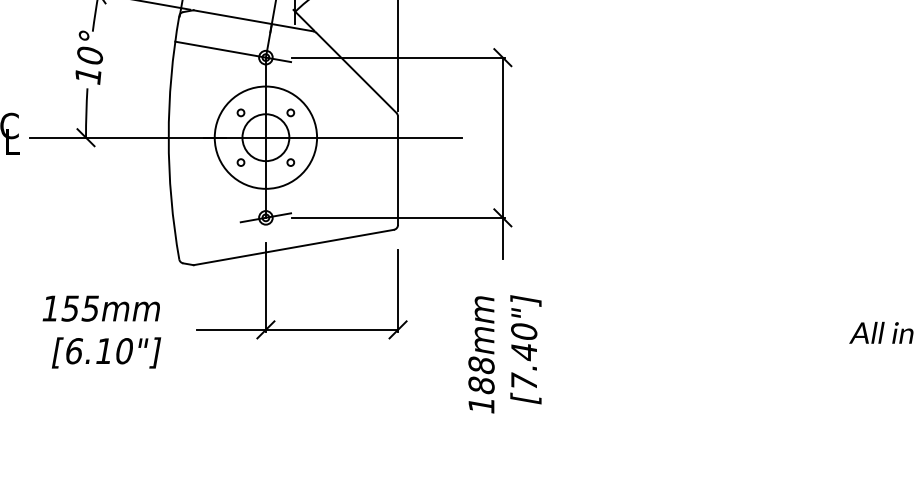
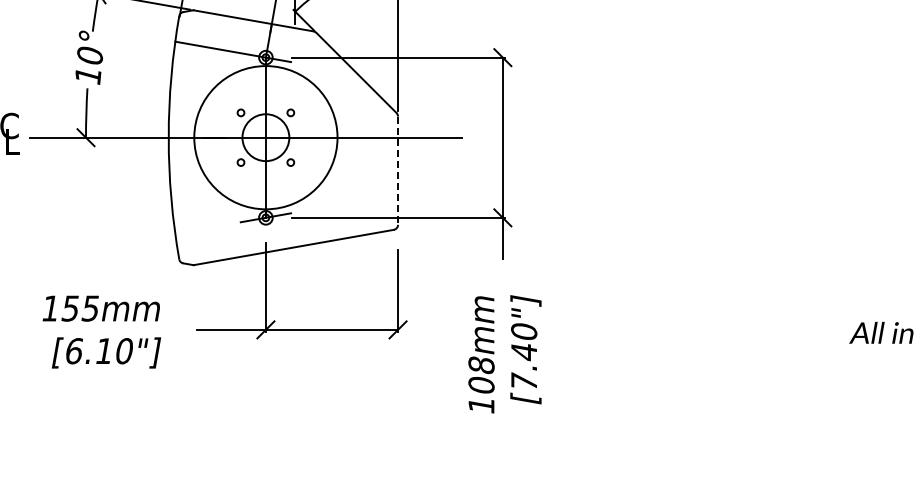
circle at (265, 137) diameter: 102 px -> 143 px
line at (398, 171): solid -> dashed
text at (481, 385): 188mm -> 108mm
